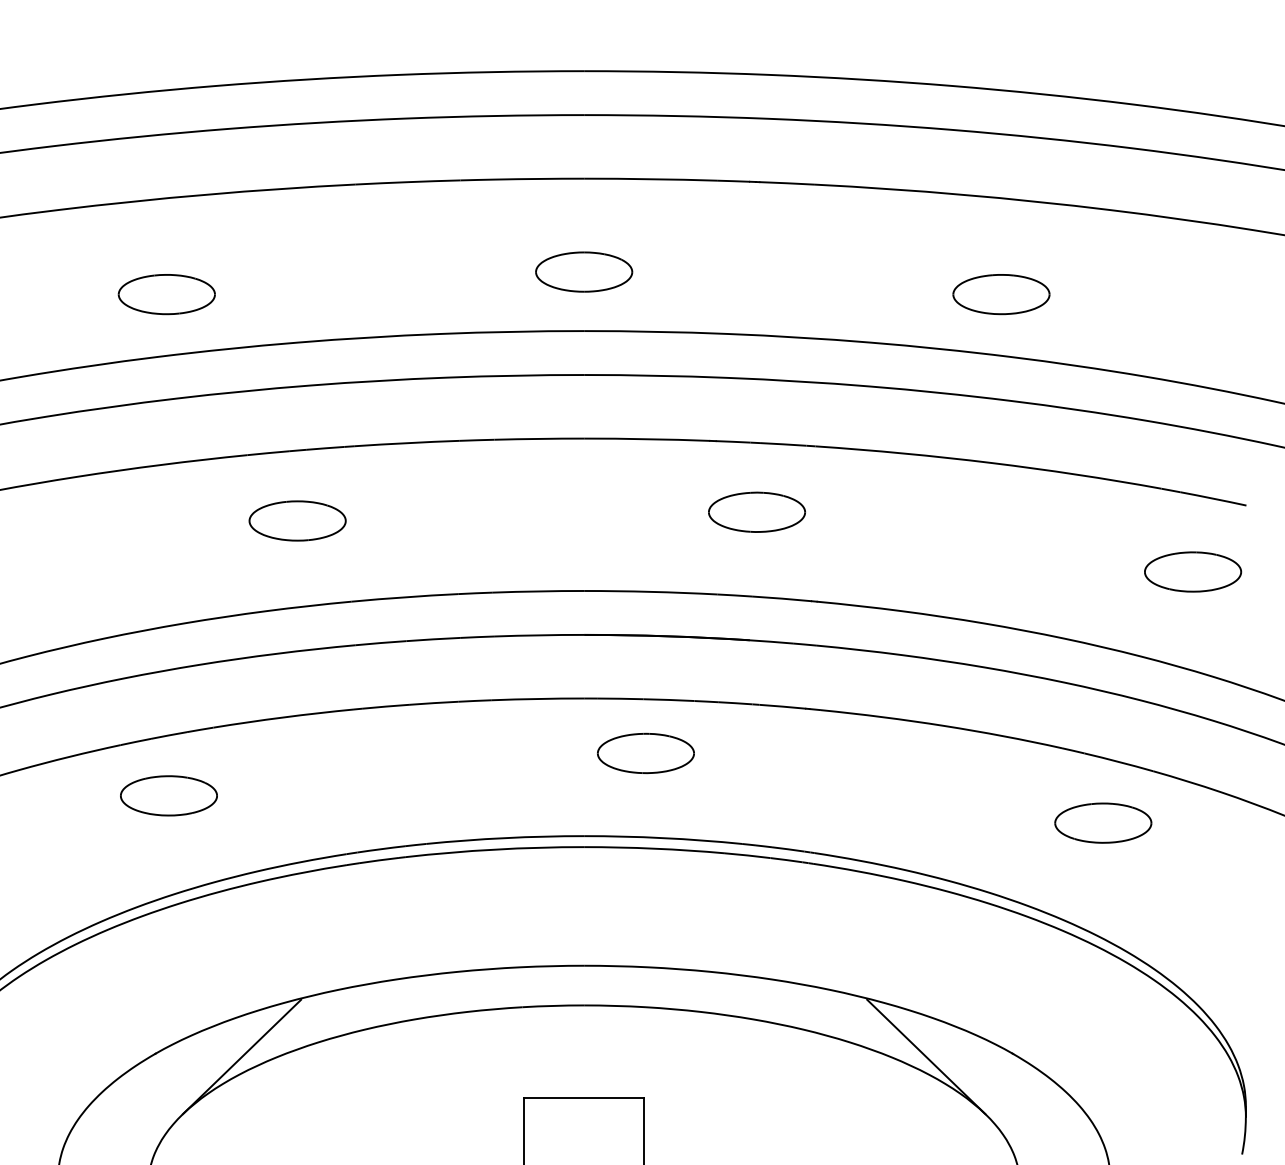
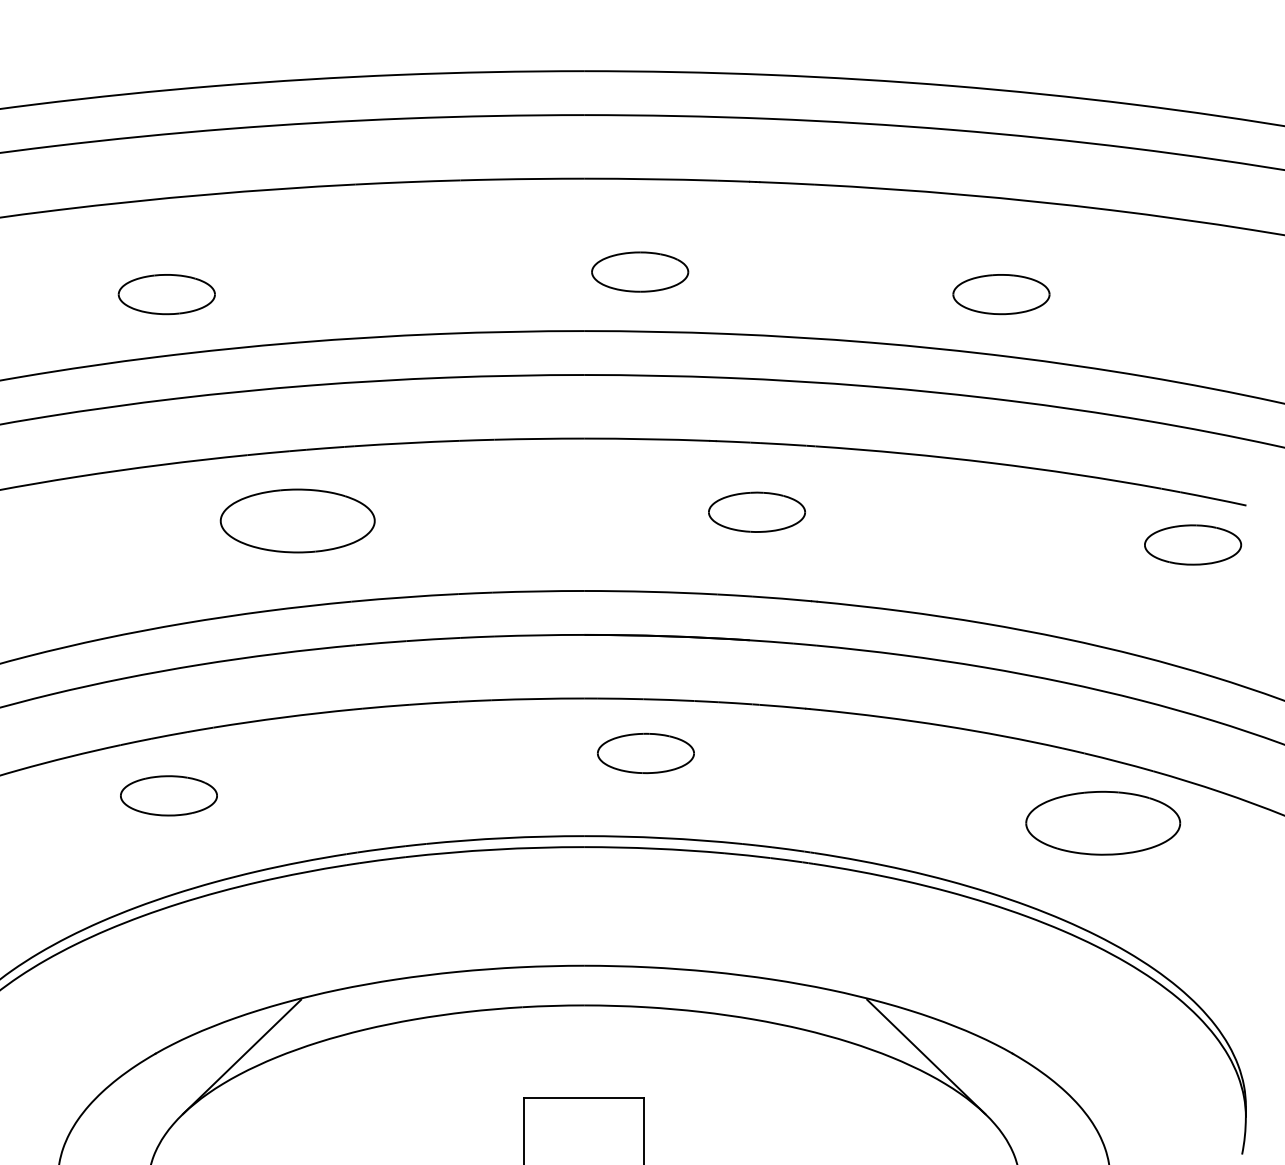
part at (584, 271) position: (584, 271) -> (640, 271)
part at (297, 520) size: 99x42 px -> 157x66 px
part at (1193, 571) position: (1193, 571) -> (1193, 544)
part at (1103, 822) size: 99x42 px -> 157x66 px
